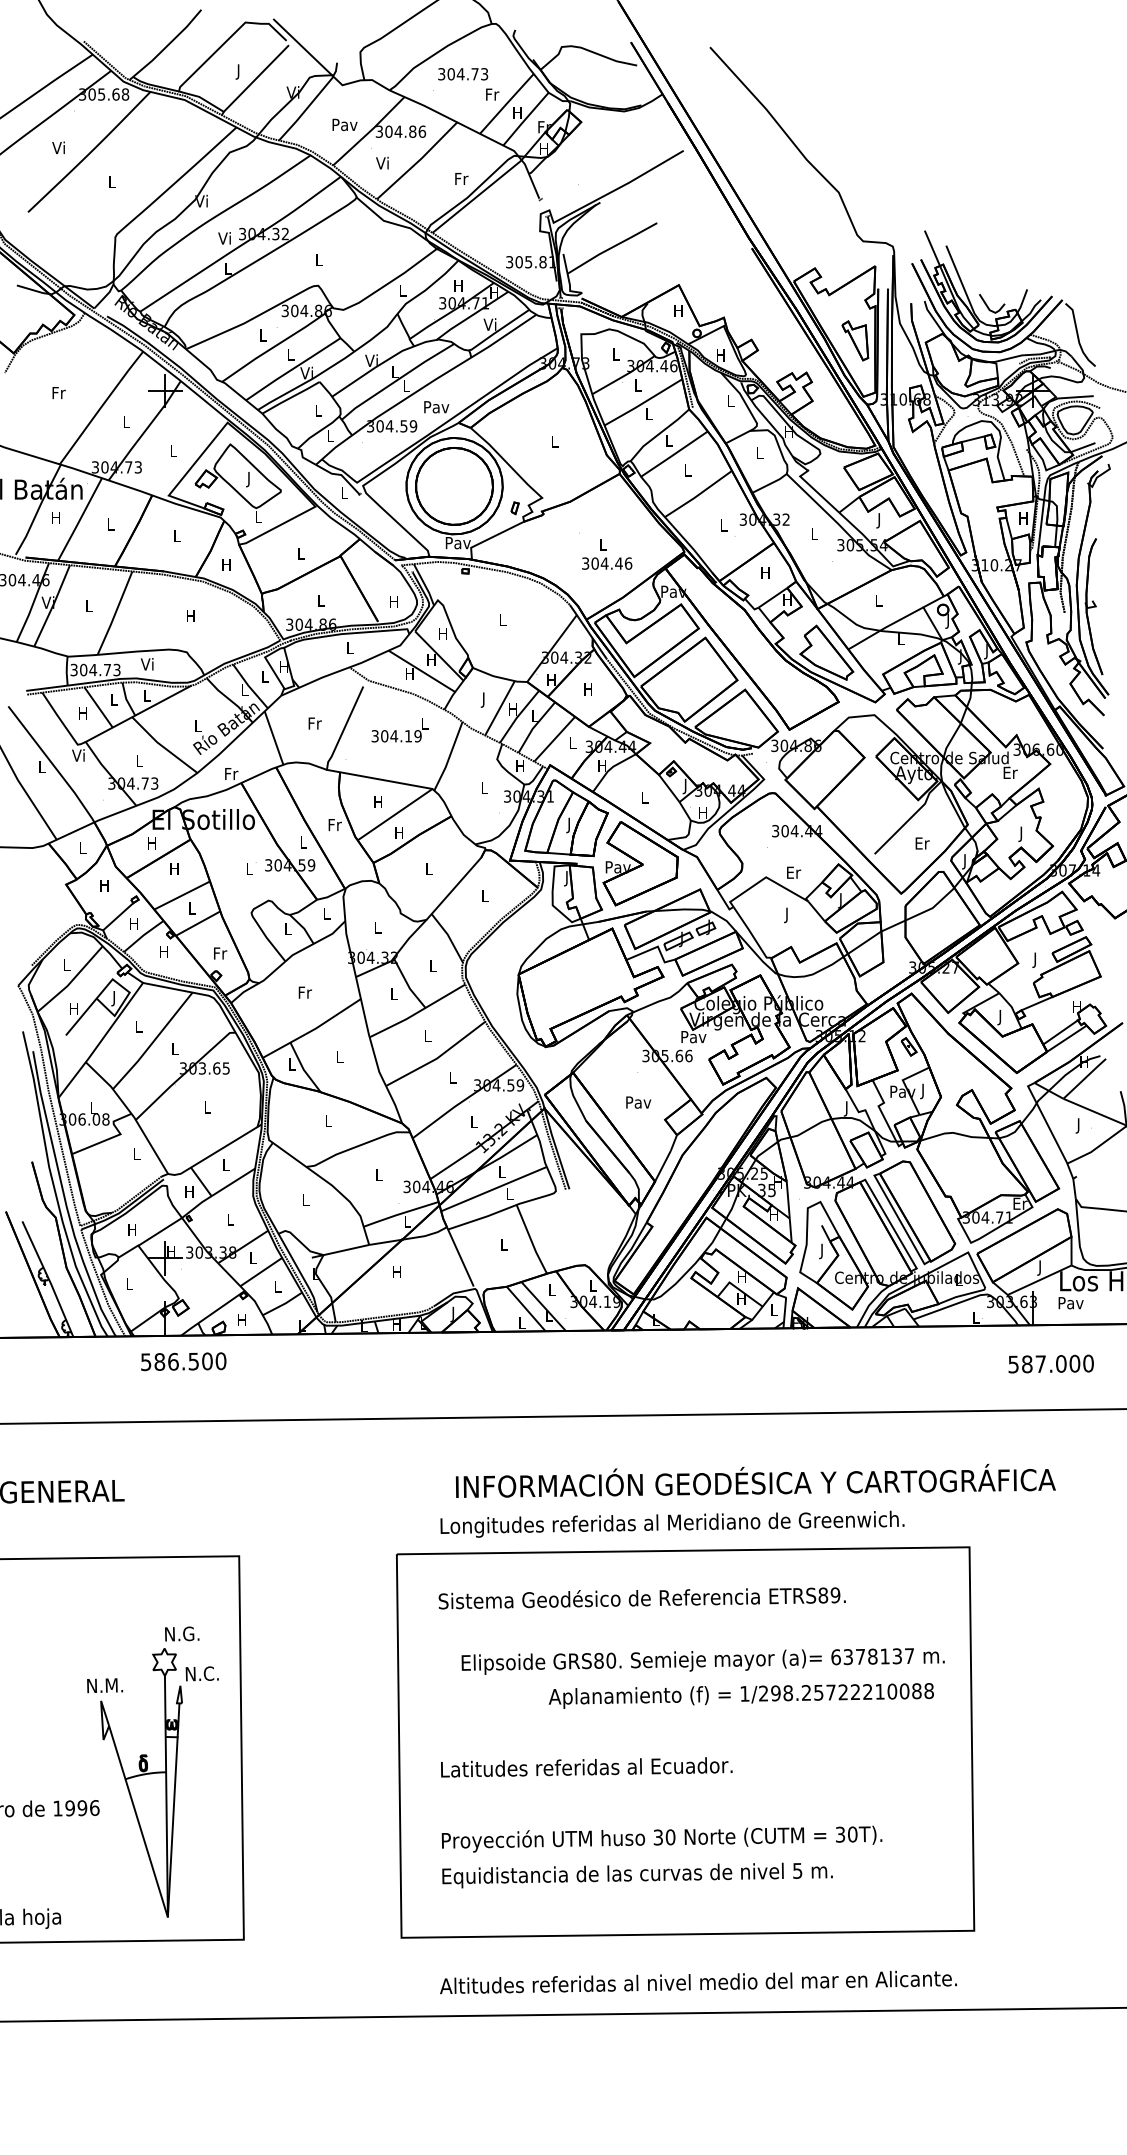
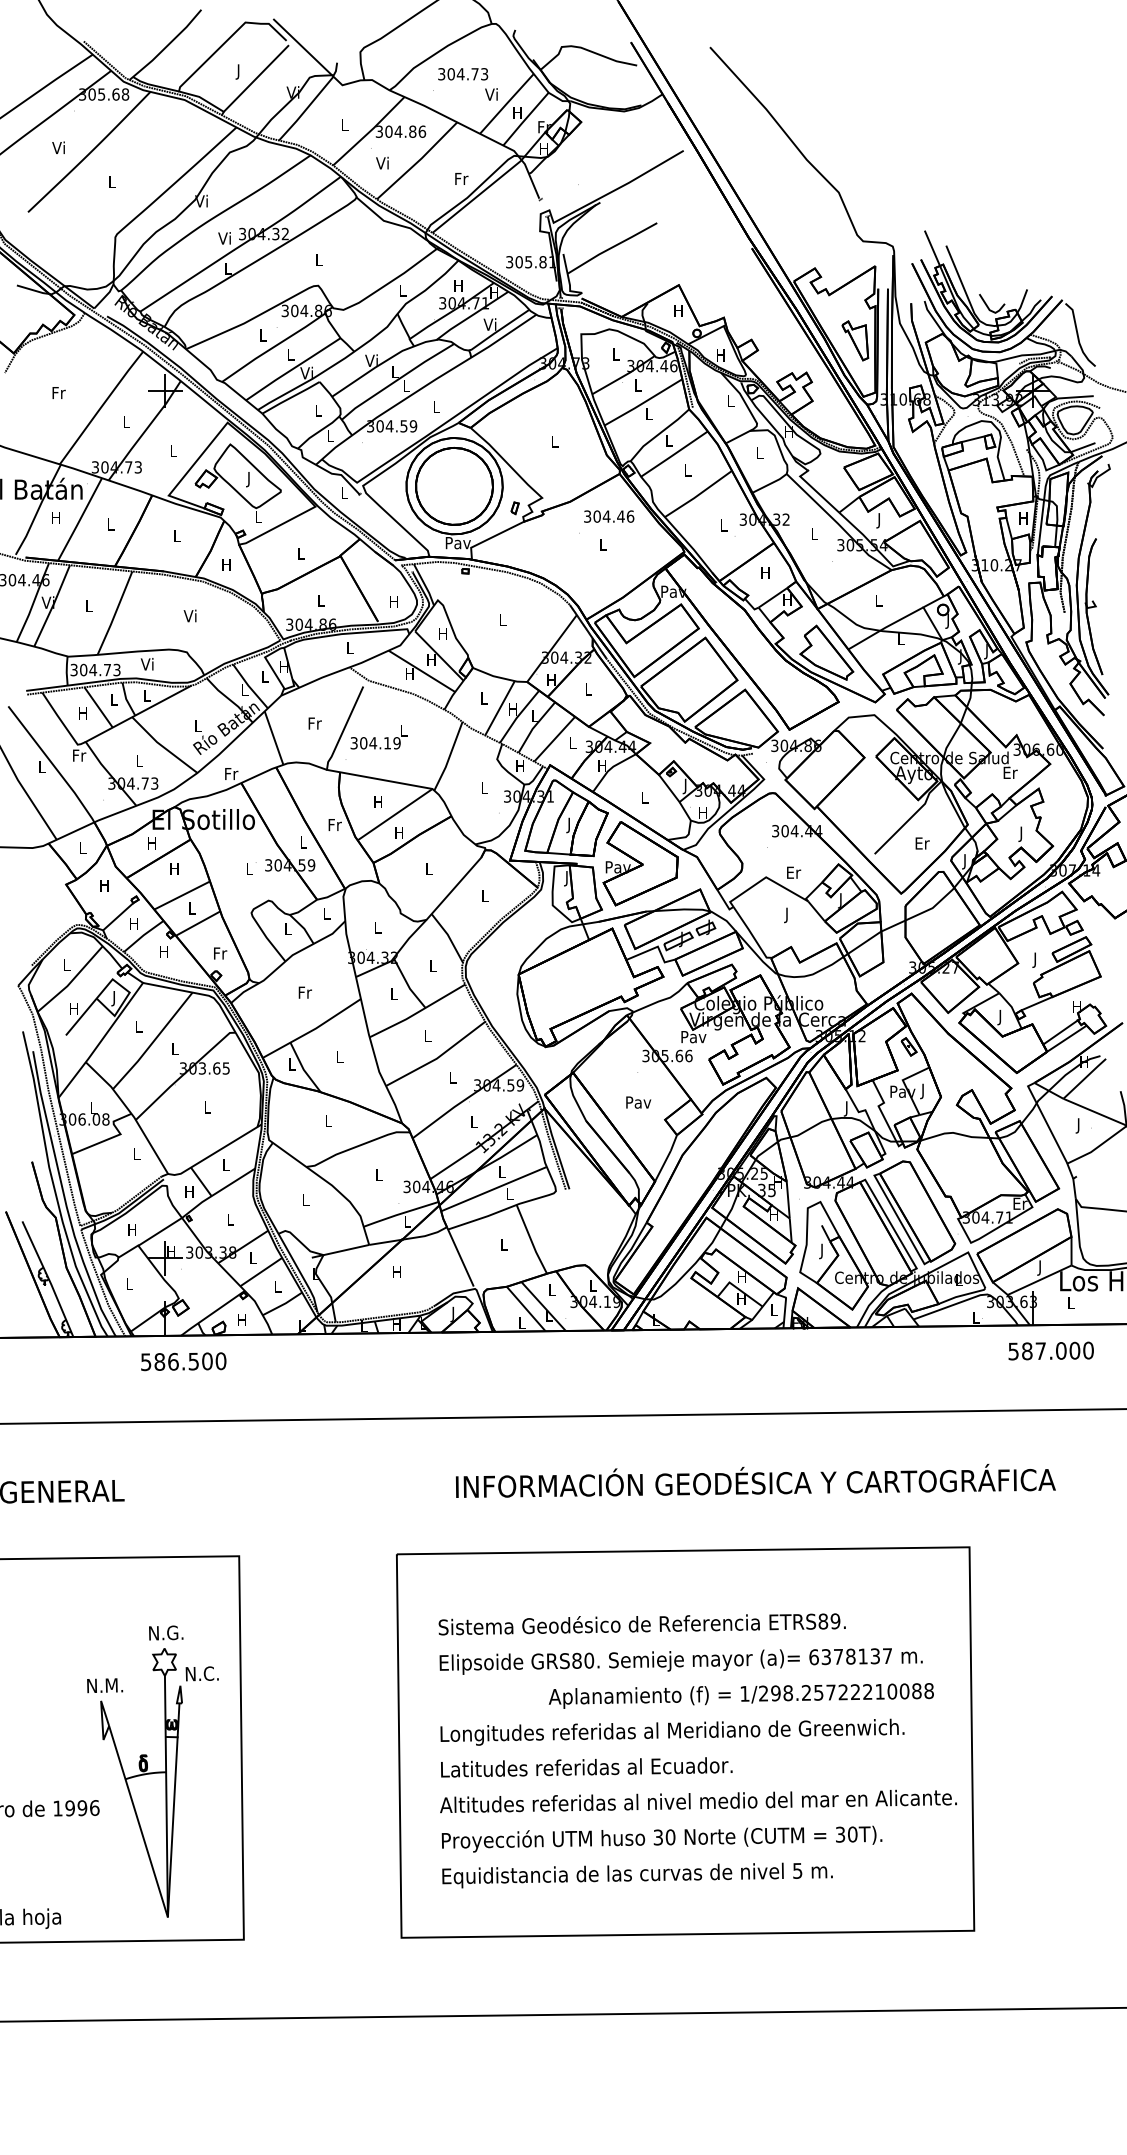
text at (492, 94): Fr -> Vi
text at (344, 124): Pav -> L
text at (436, 407): Pav -> L
text at (607, 563) position: (607, 563) -> (609, 516)
text at (189, 615): H -> Vi
text at (587, 689): H -> L
text at (483, 699): J -> L
text at (399, 730) position: (399, 730) -> (378, 737)
text at (79, 755): Vi -> Fr
text at (1070, 1303): Pav -> L
text at (1050, 1363) position: (1050, 1363) -> (1050, 1350)
text at (672, 1523) position: (672, 1523) -> (672, 1731)
text at (641, 1598) position: (641, 1598) -> (641, 1624)
text at (182, 1633) position: (182, 1633) -> (166, 1632)
text at (702, 1661) position: (702, 1661) -> (680, 1661)
text at (698, 1982) position: (698, 1982) -> (698, 1801)
